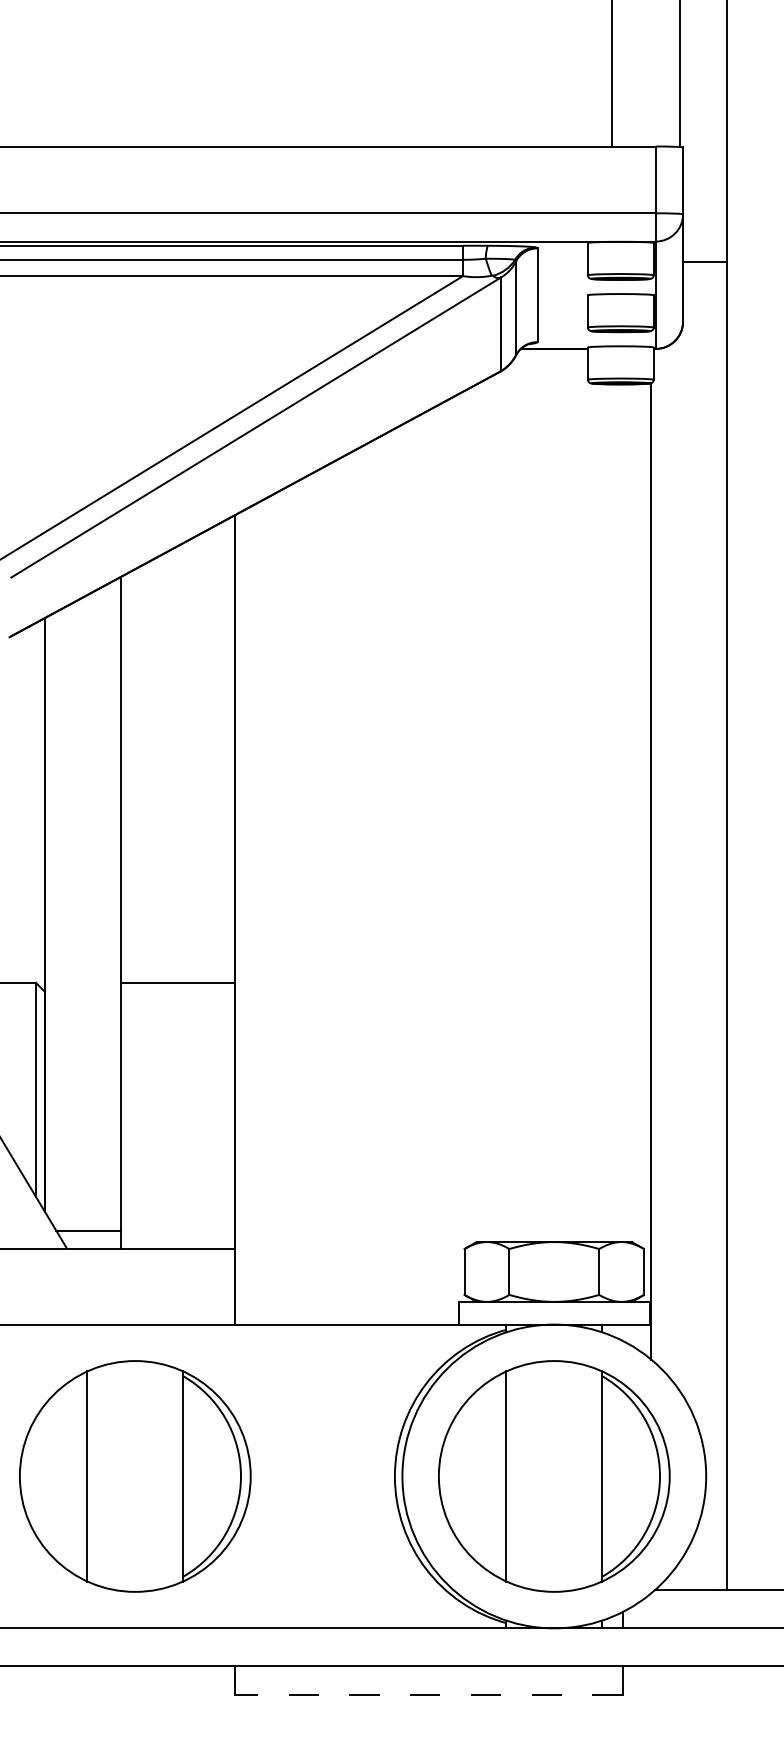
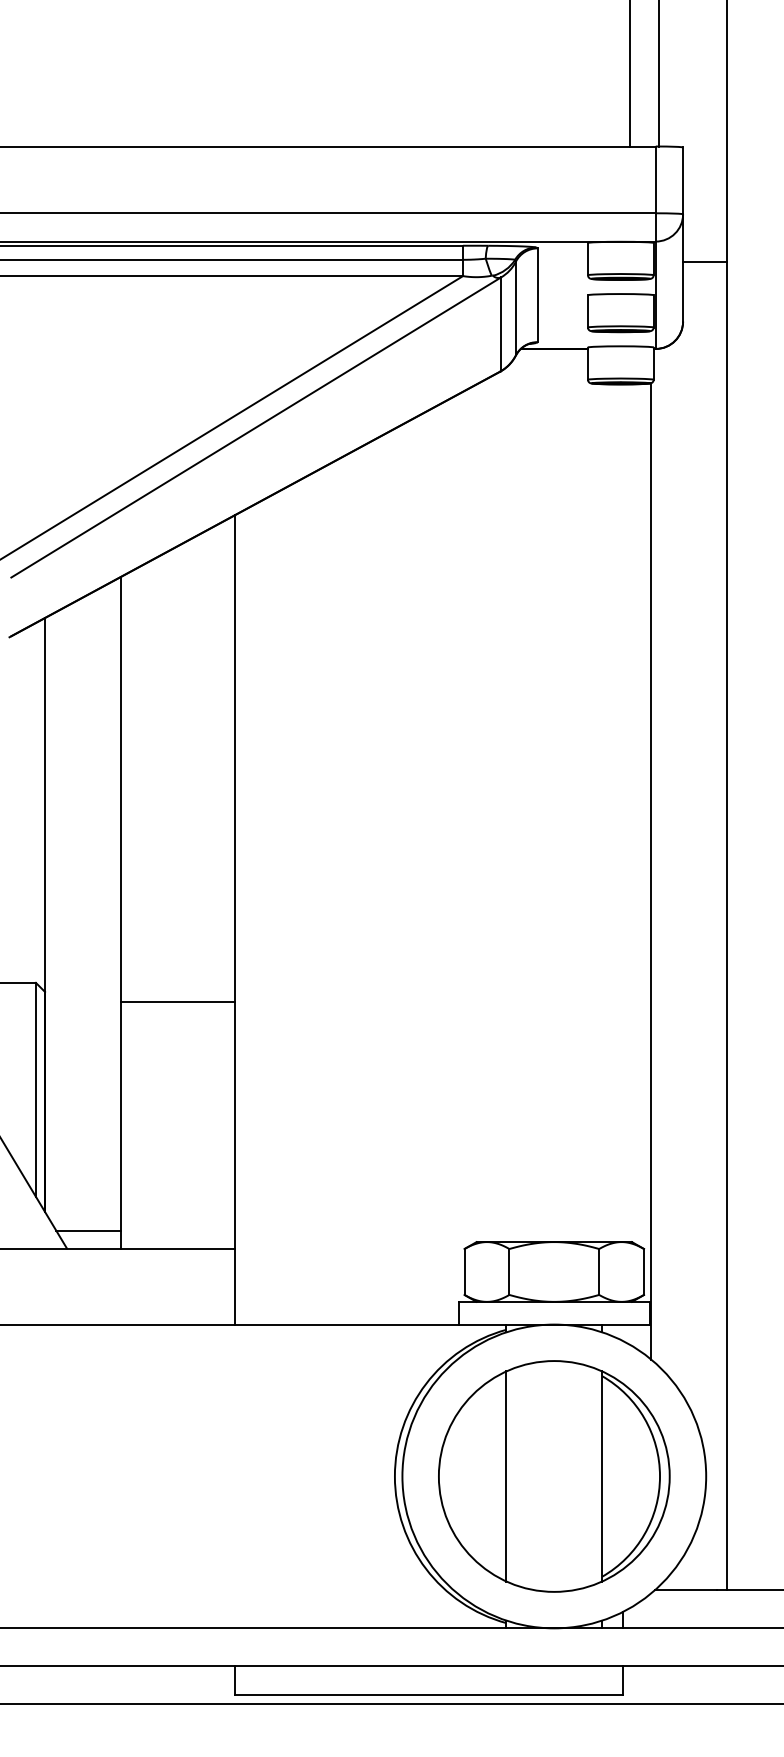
line at (612, 74) position: (612, 74) -> (630, 74)
line at (679, 74) position: (679, 74) -> (658, 74)
line at (178, 982) position: (178, 982) -> (178, 1001)
part at (135, 1476): present -> none
line at (428, 1694): dashed -> solid
line at (391, 1704): none -> present
